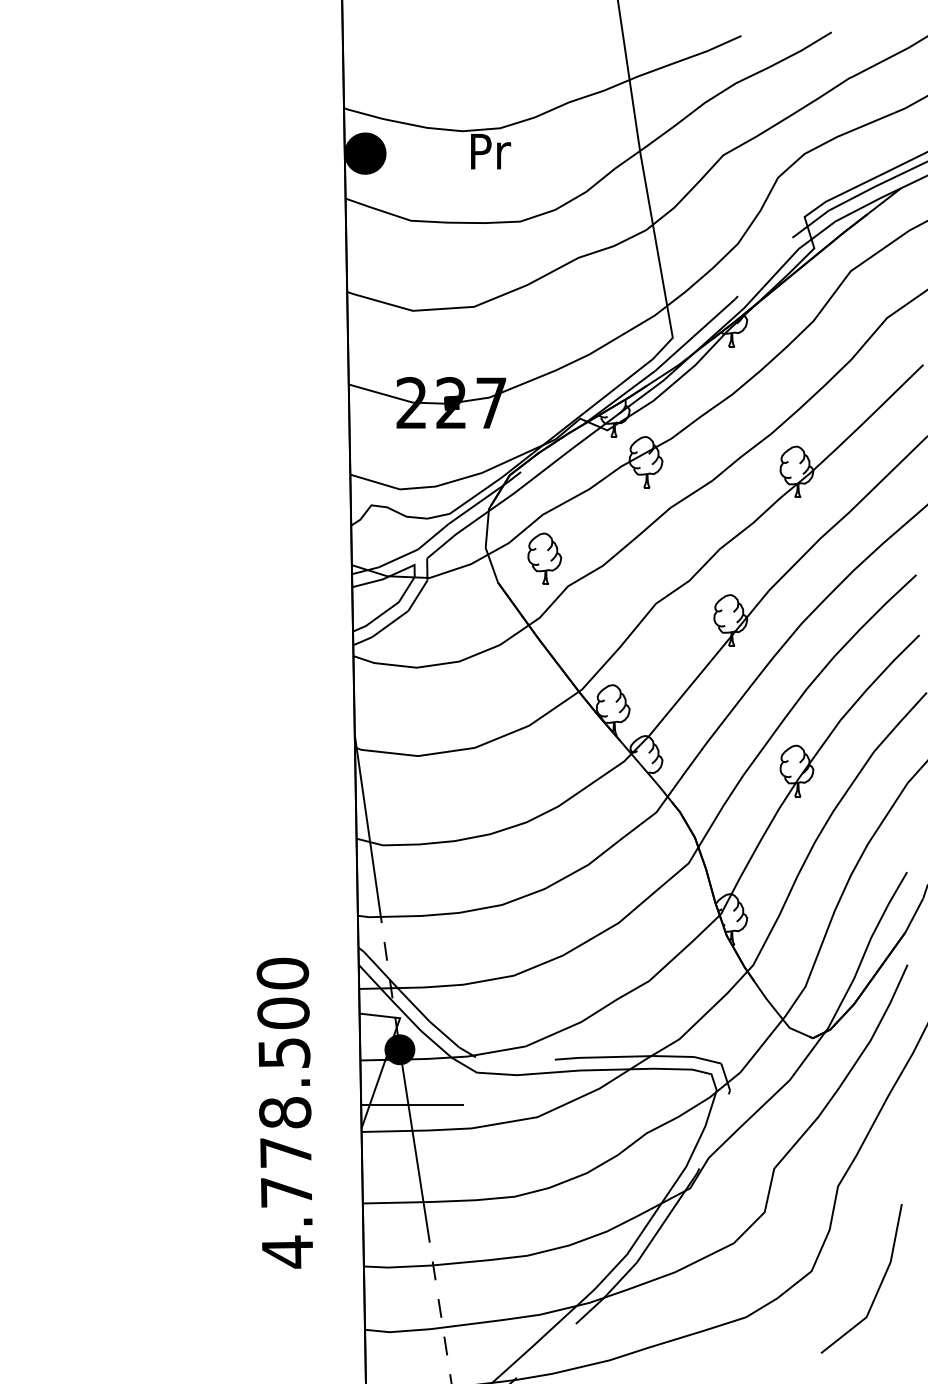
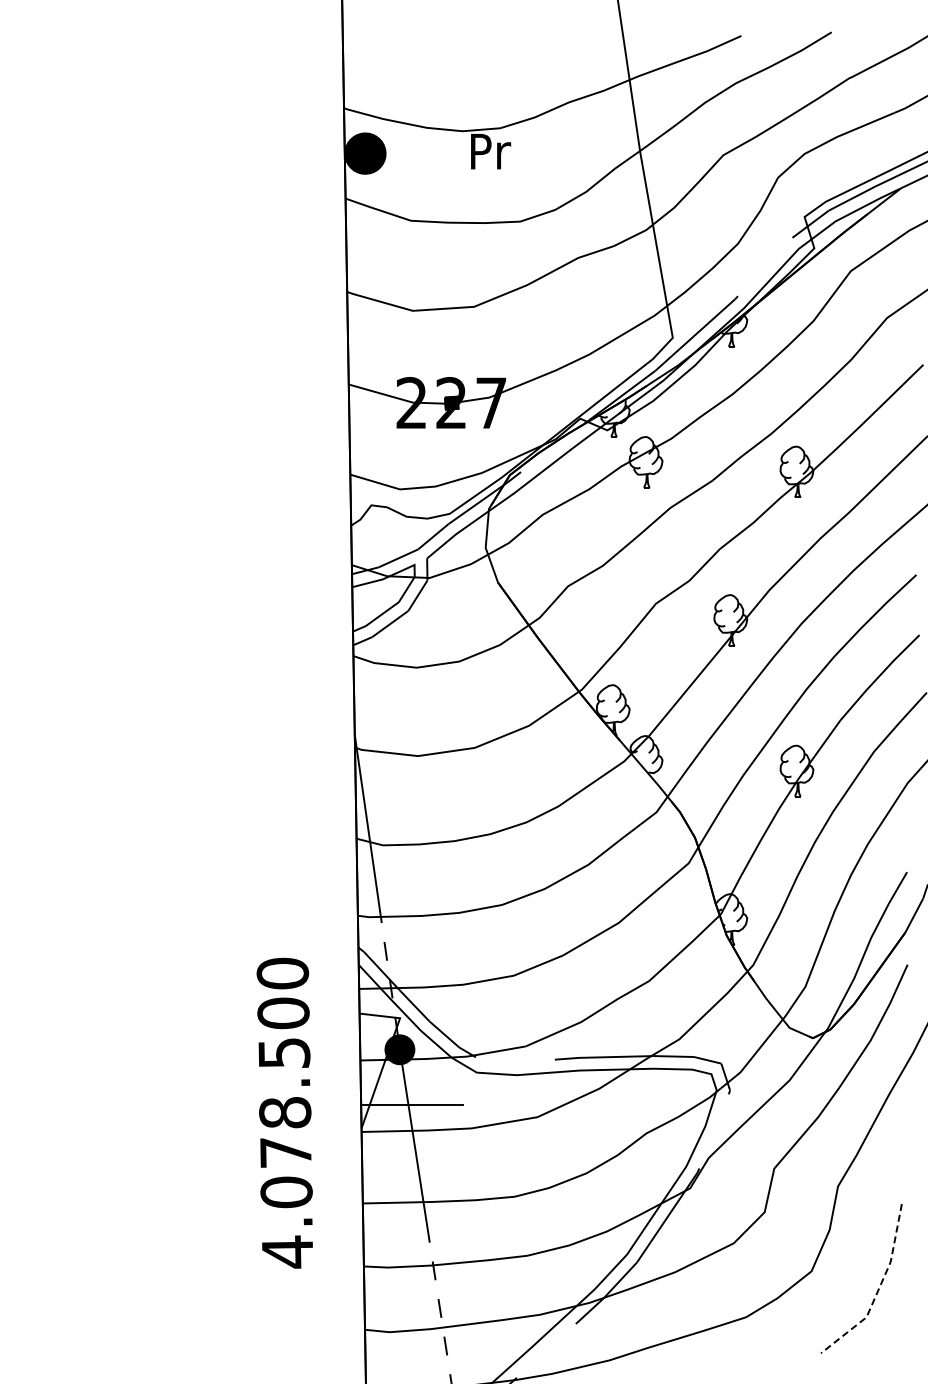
part at (544, 558): present -> none
text at (286, 1192): 4.778.500 -> 4.078.500
line at (878, 1289): solid -> dashed
